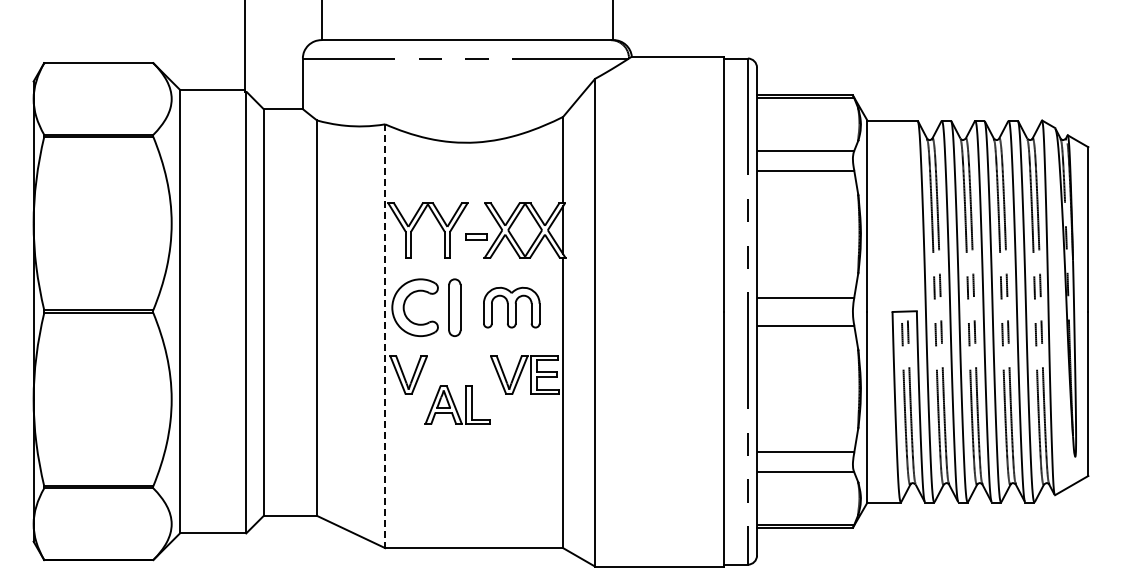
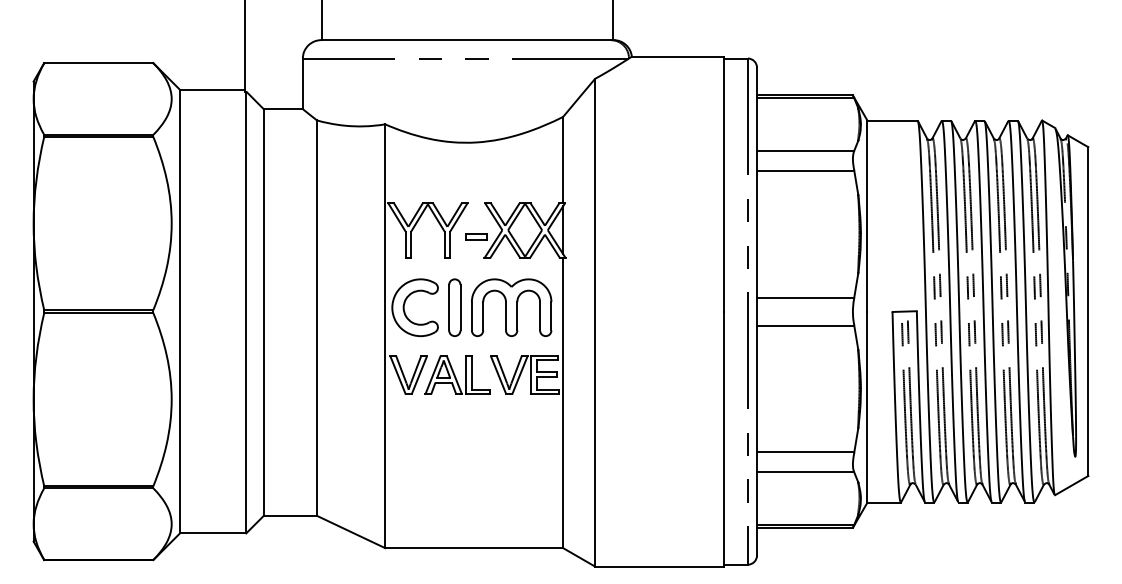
part at (511, 307) size: 58x43 px -> 82x59 px
line at (385, 336): dashed -> solid
part at (457, 404) position: (457, 404) -> (457, 374)
